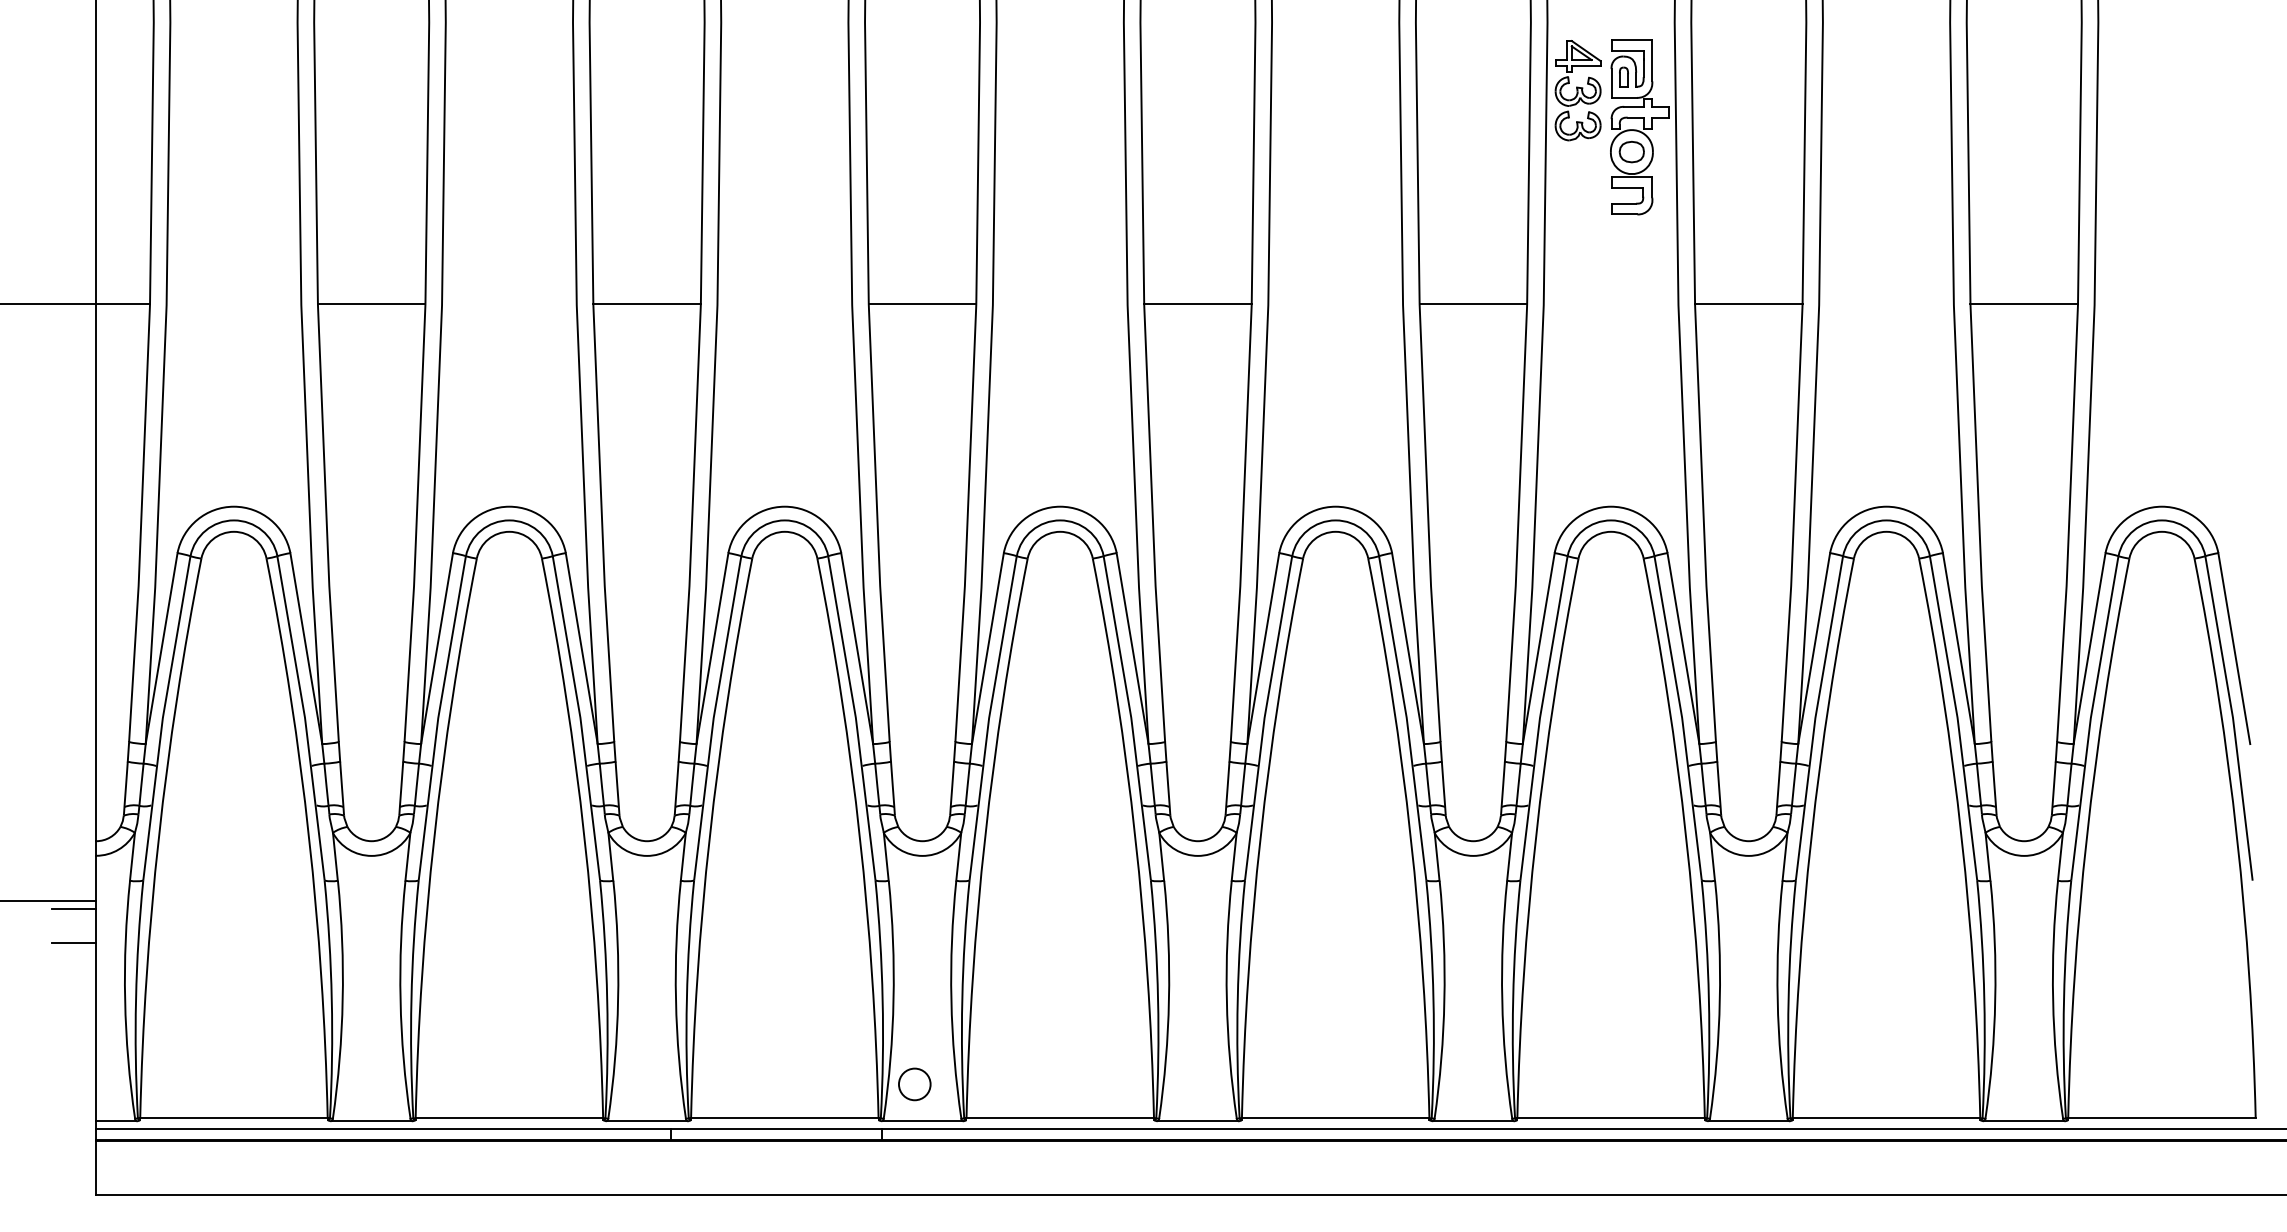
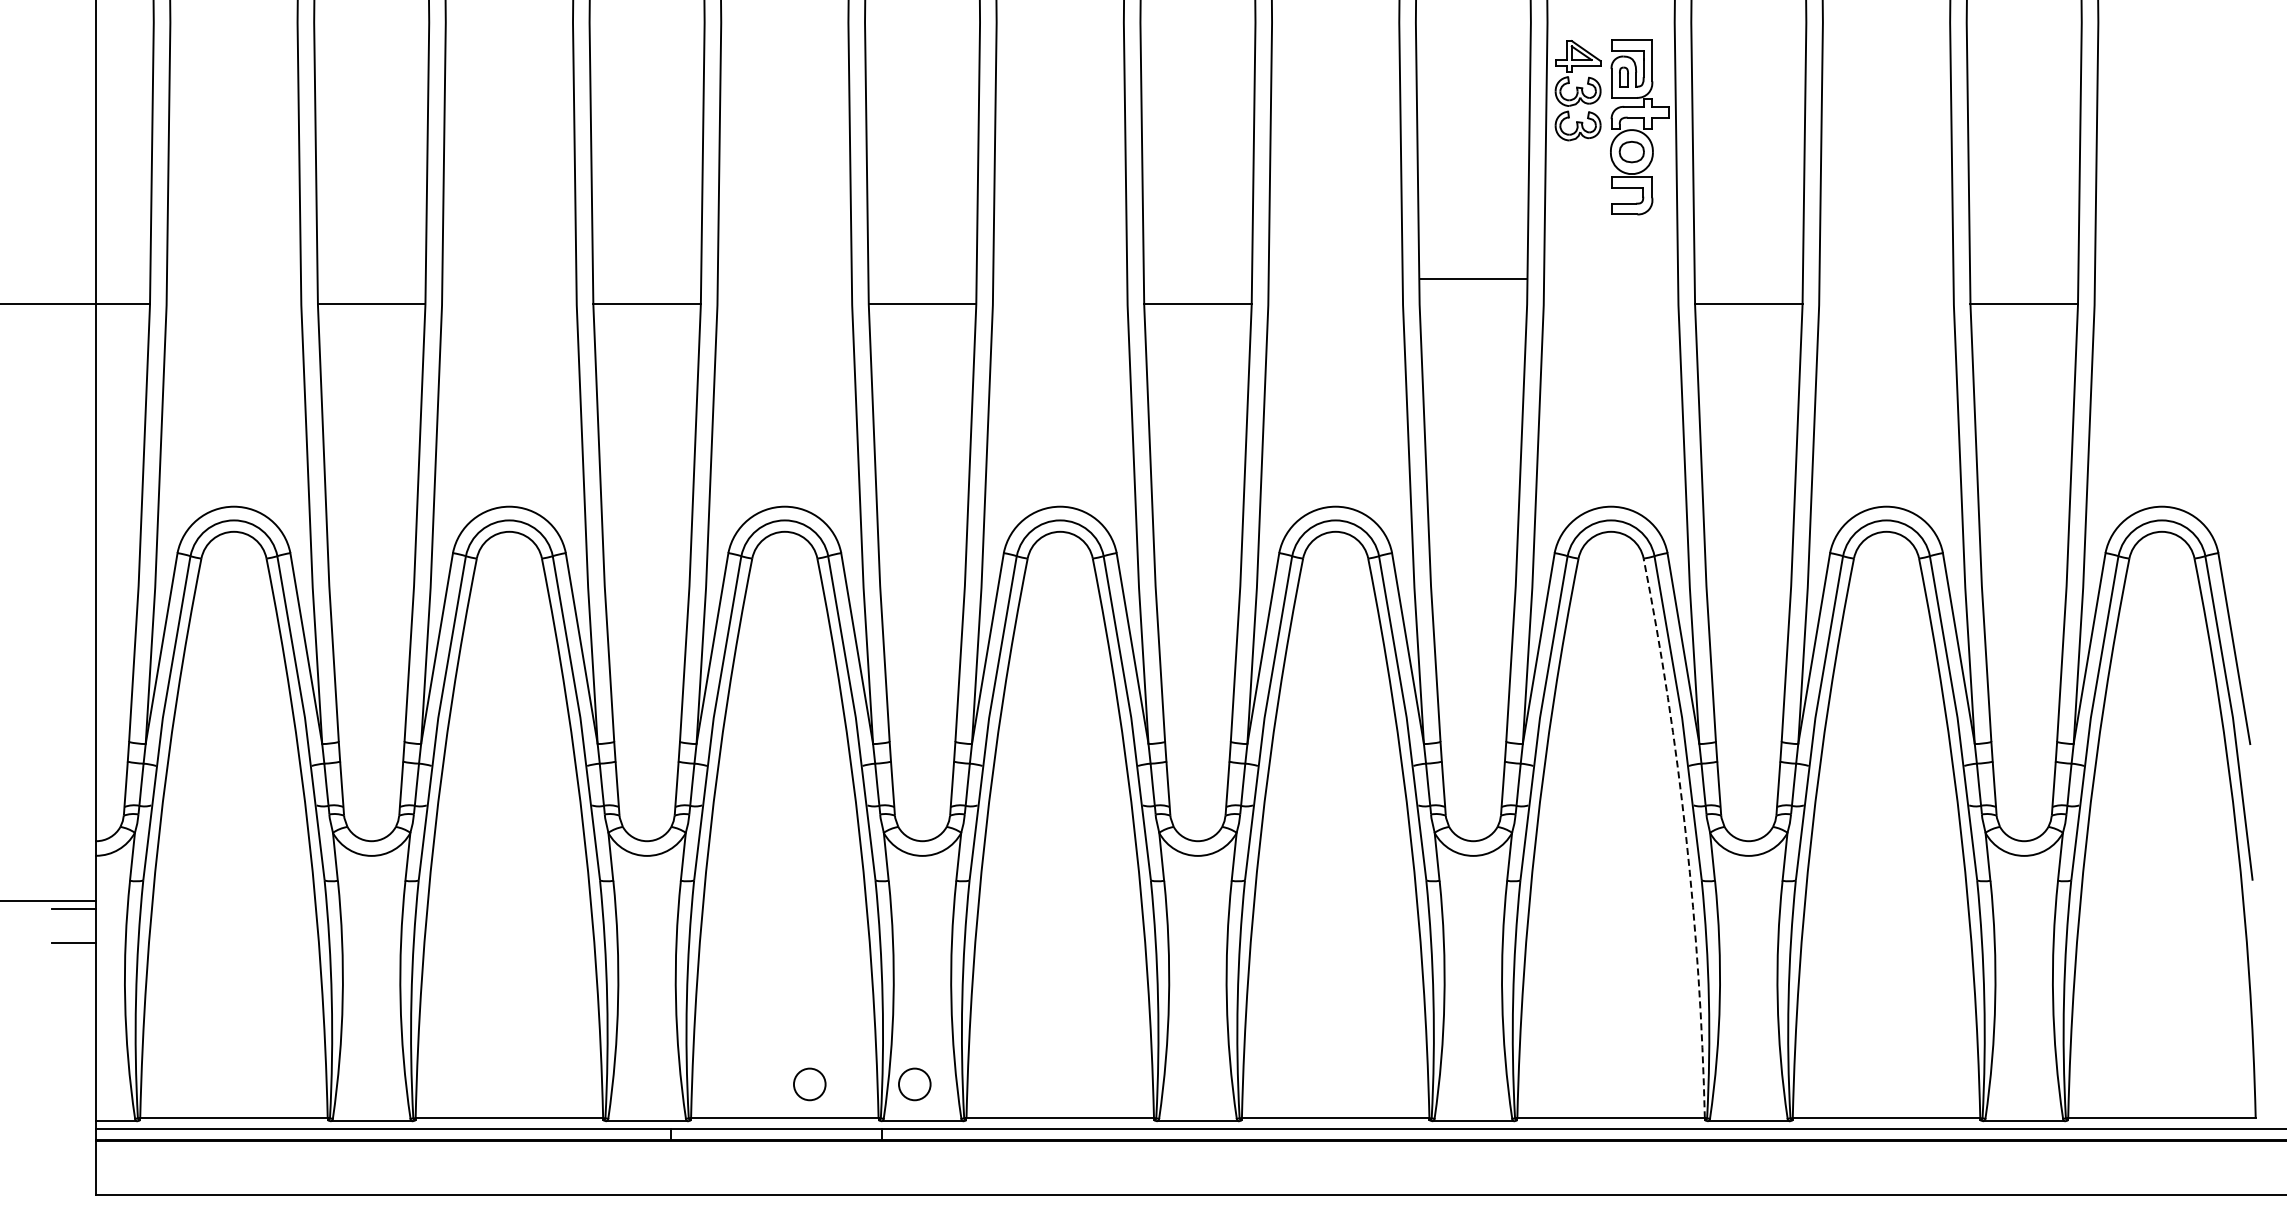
line at (1473, 303) position: (1473, 303) -> (1473, 278)
arc at (1686, 837): solid -> dashed
circle at (809, 1084): none -> present
